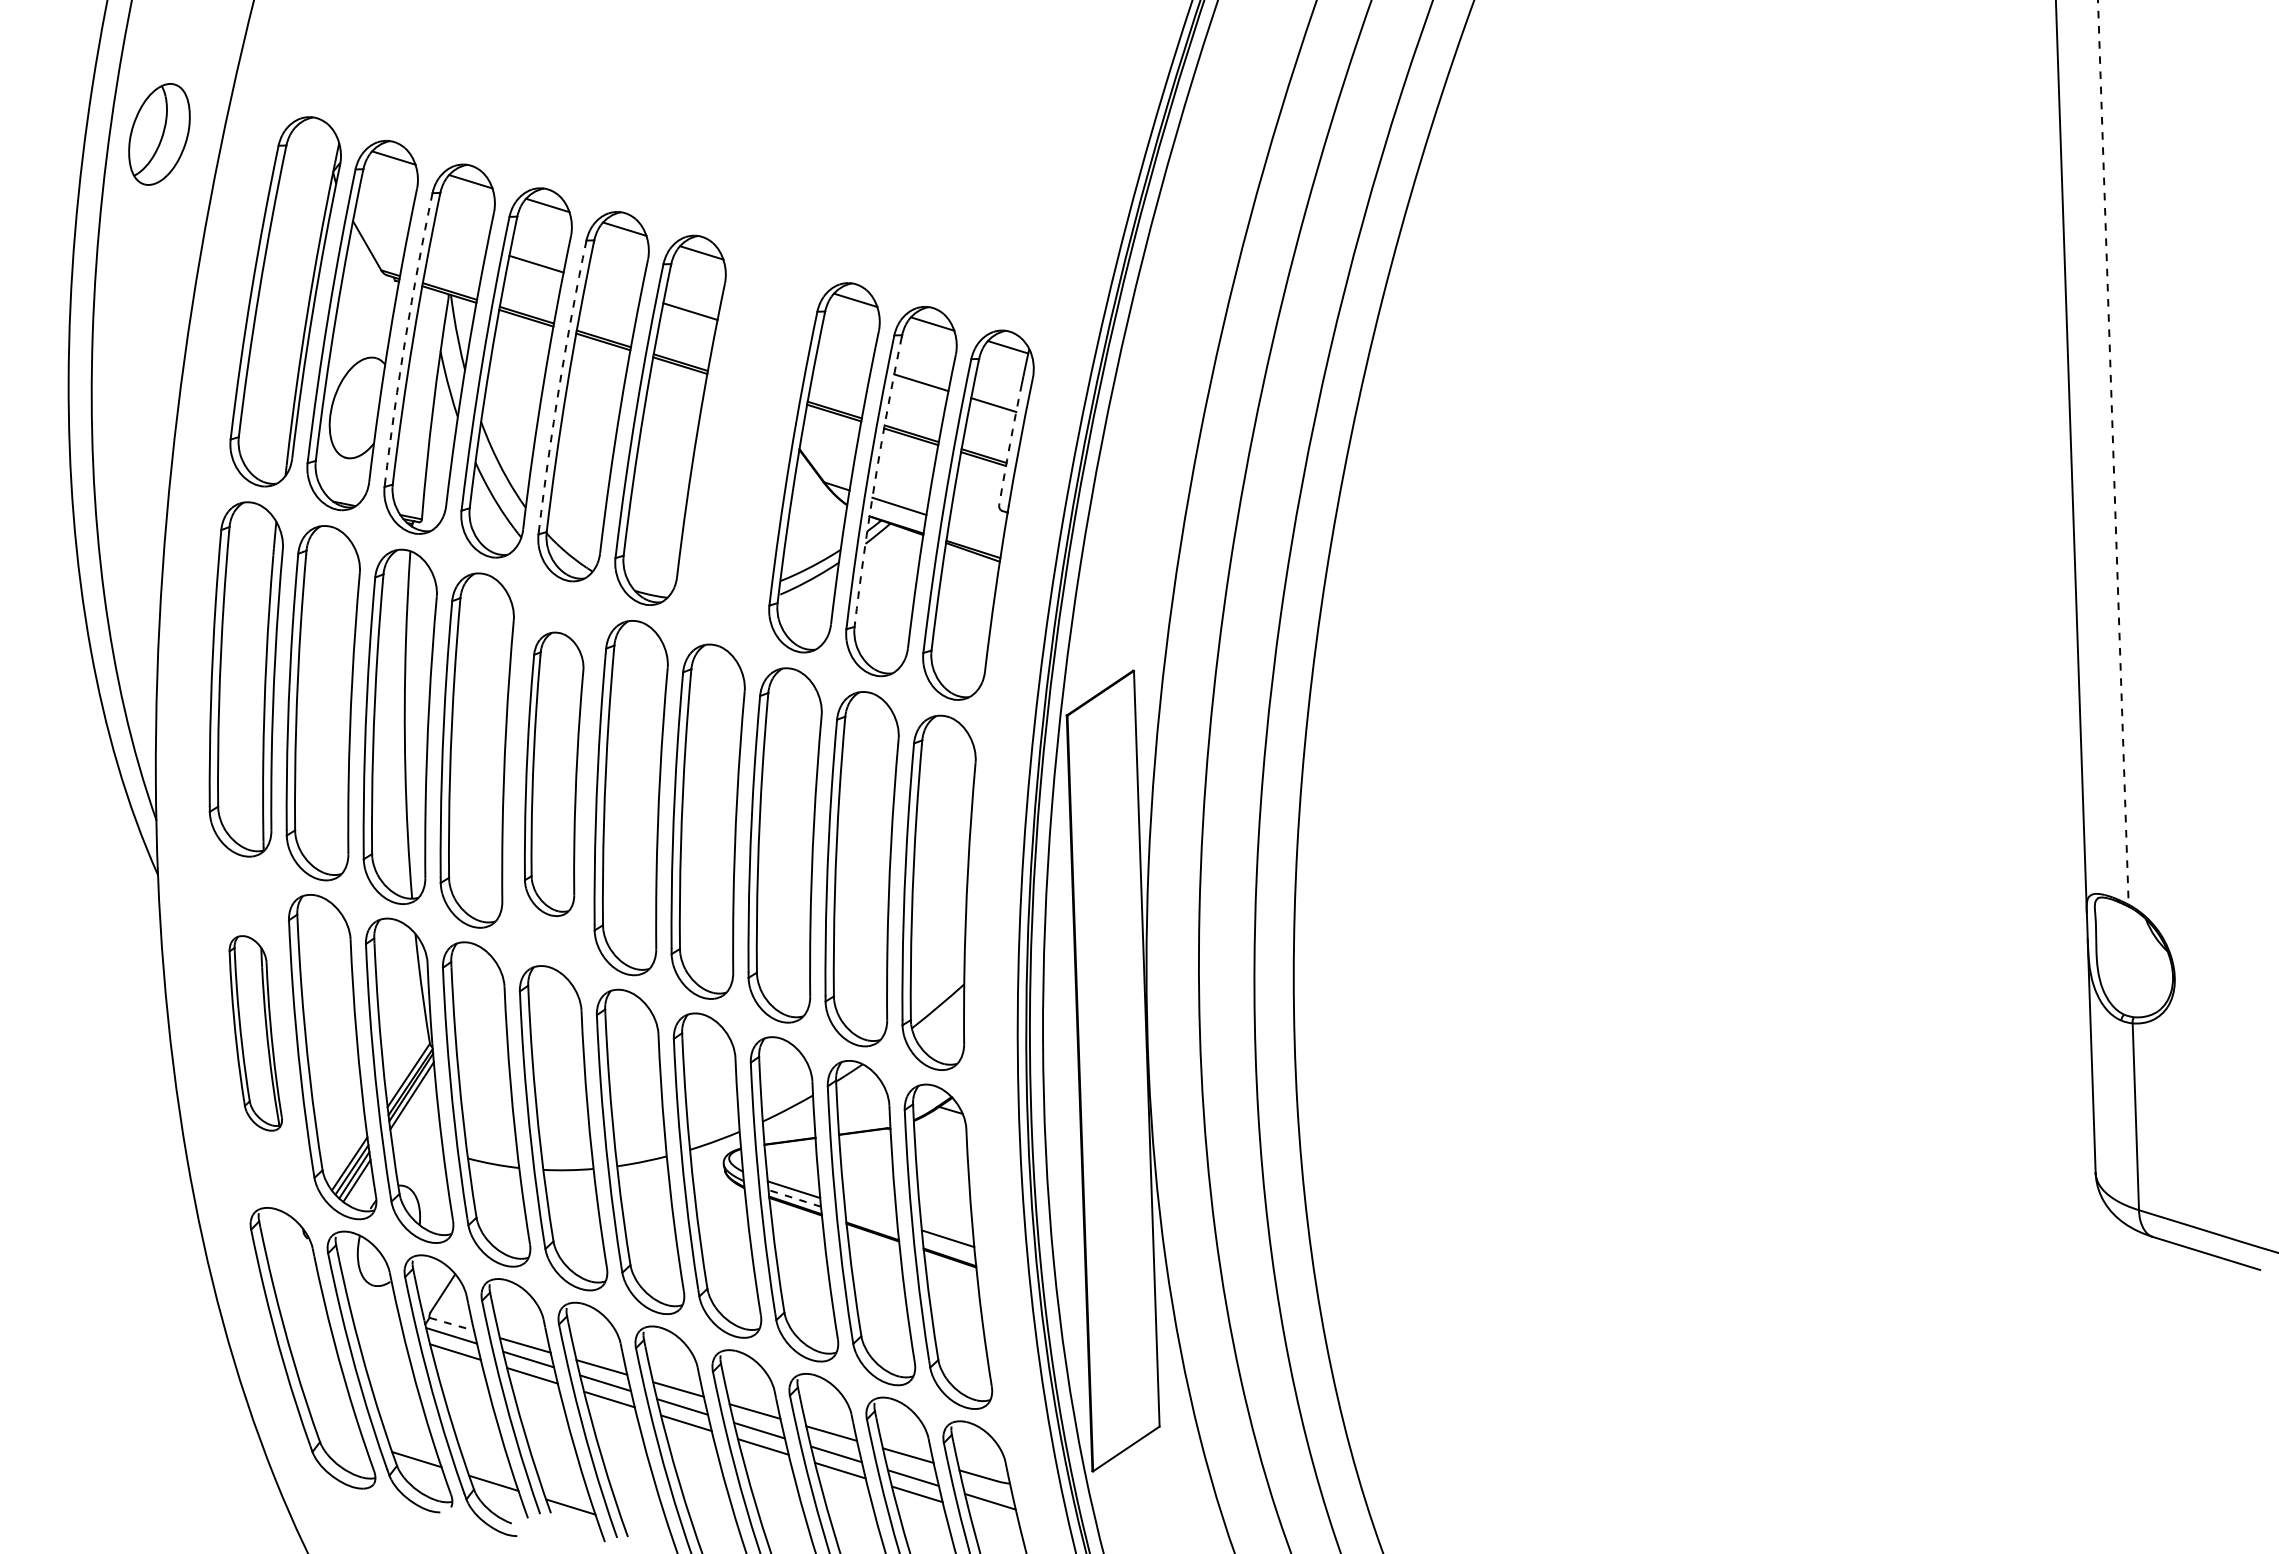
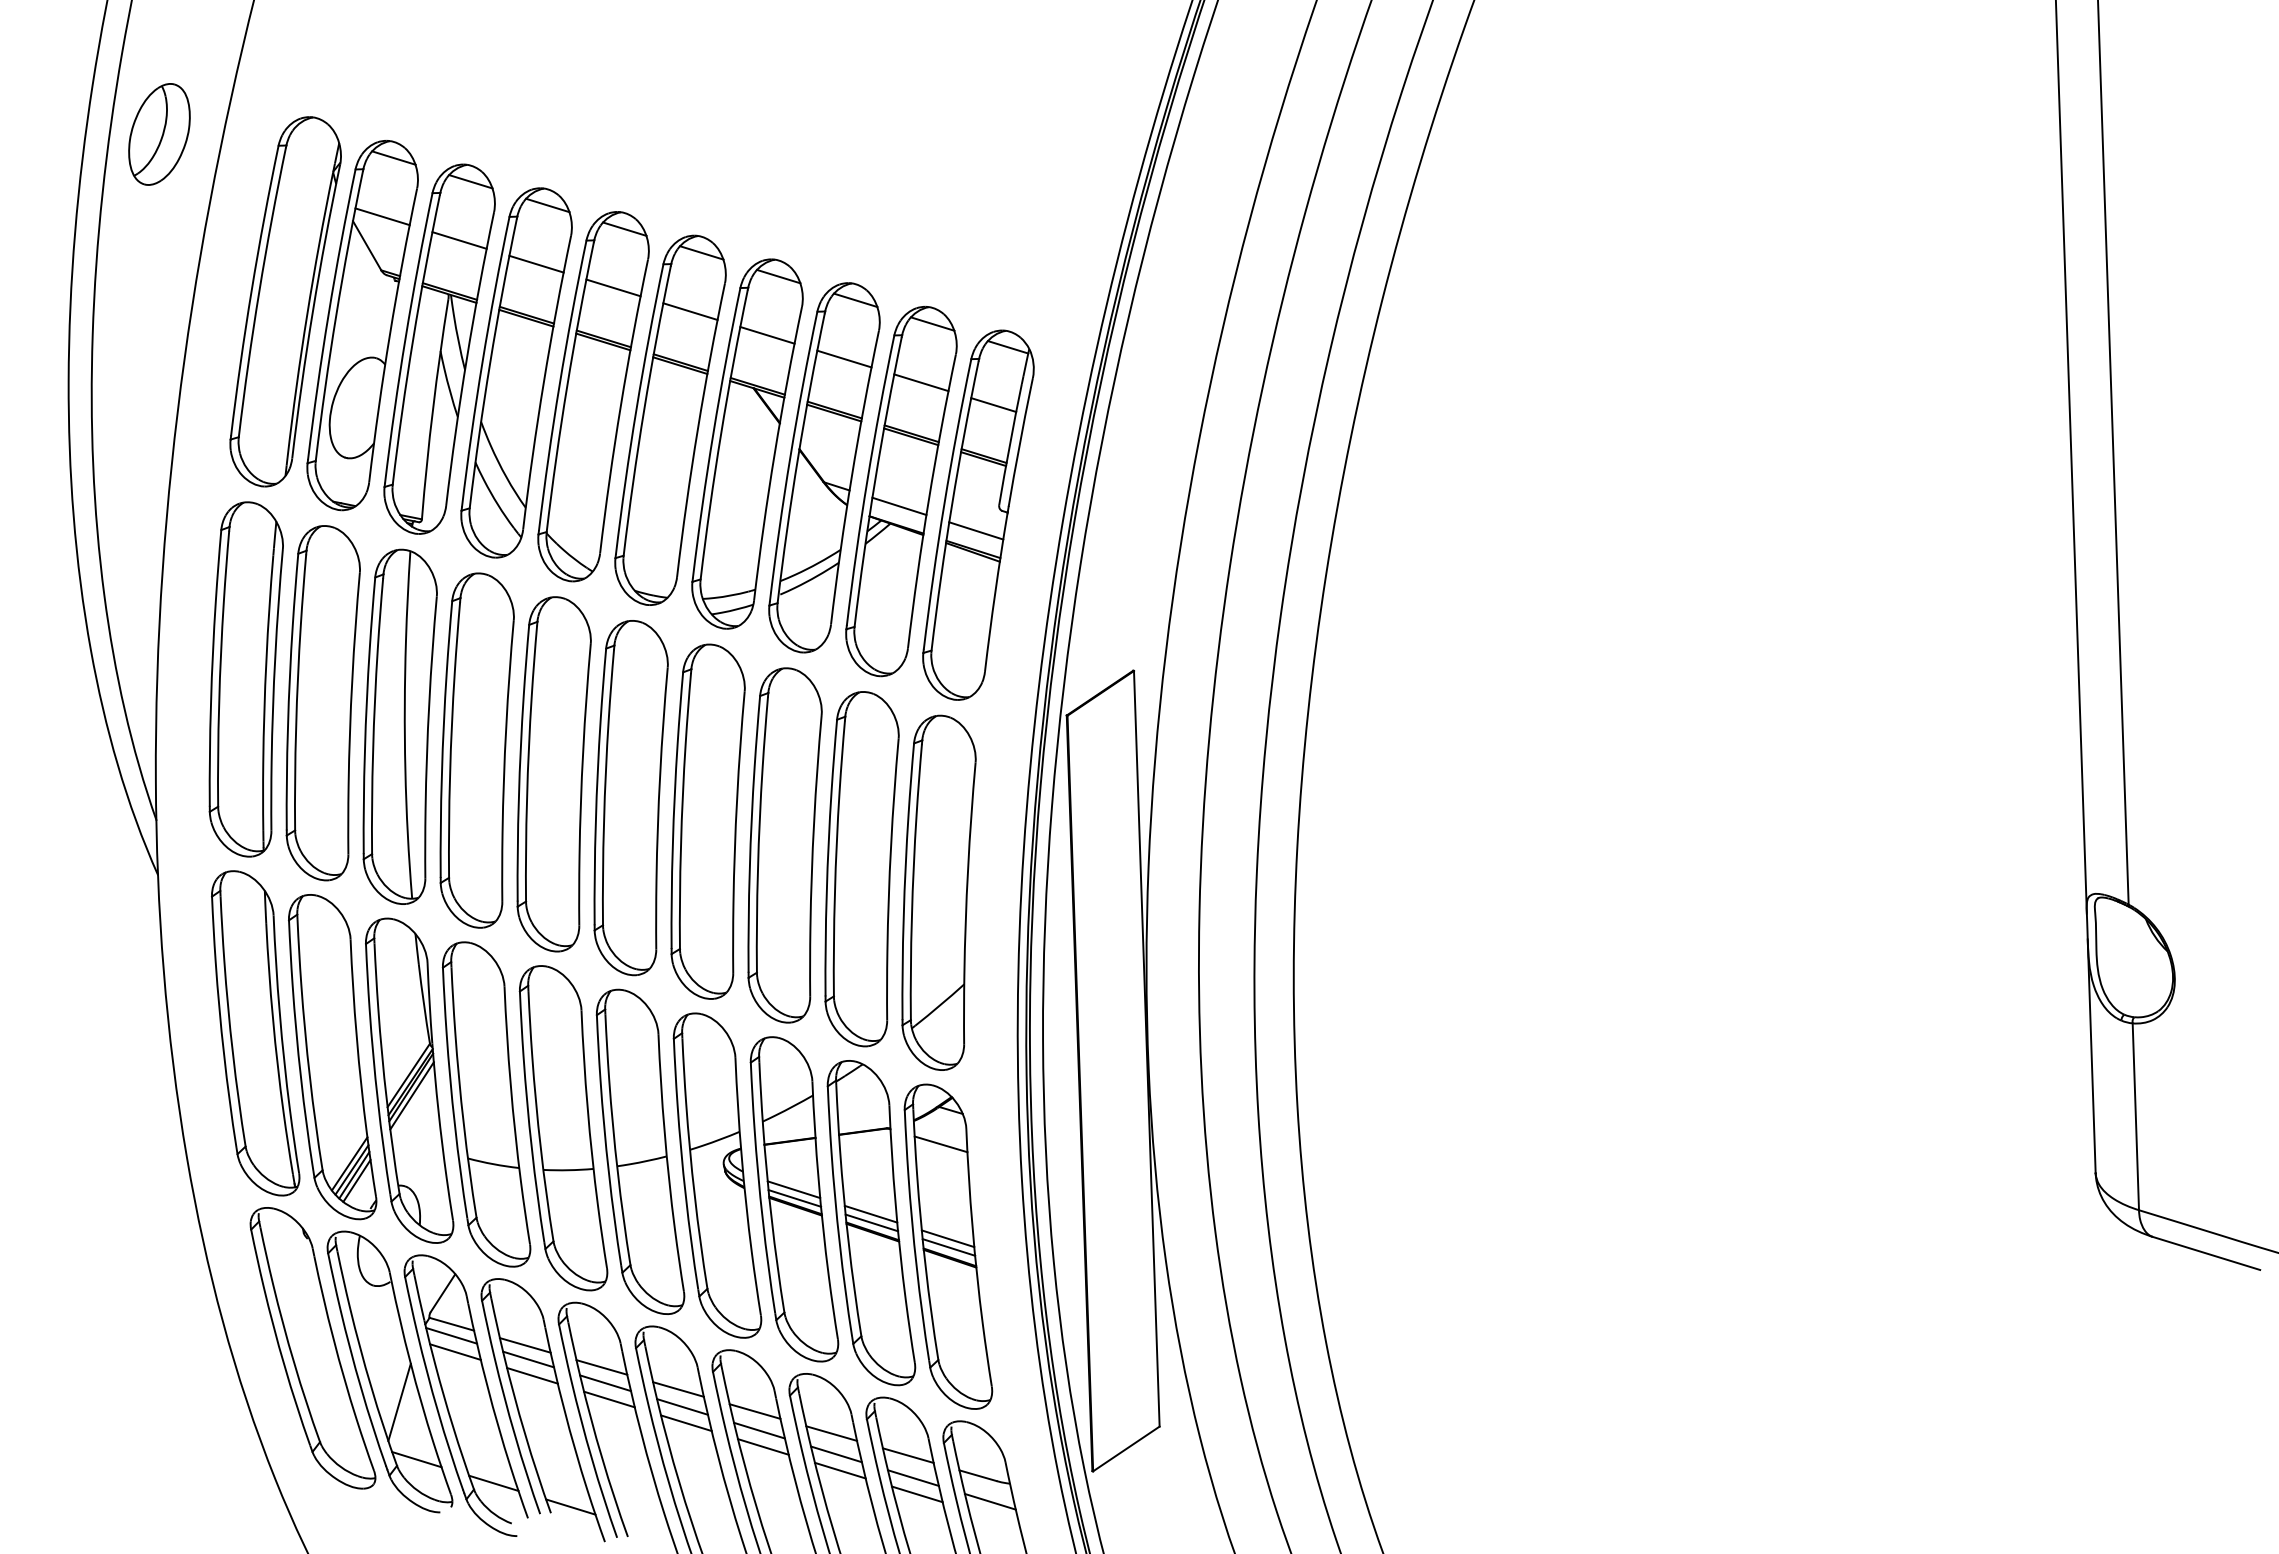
line at (382, 216): none -> present
line at (459, 240): none -> present
line at (613, 287): none -> present
arc at (405, 337): dashed -> solid
line at (844, 358): none -> present
arc at (559, 385): dashed -> solid
part at (747, 443): none -> present
arc at (1009, 444): dashed -> solid
line at (2113, 452): dashed -> solid
arc at (875, 481): dashed -> solid
line at (976, 530): none -> present
part at (554, 774) size: 61x287 px -> 76x357 px
part at (255, 1033) size: 55x197 px -> 90x327 px
line at (940, 1144): none -> present
line at (794, 1198): dashed -> solid
line at (870, 1213): none -> present
line at (871, 1222): none -> present
line at (948, 1247): none -> present
line at (452, 1324): dashed -> solid
line at (399, 1402): none -> present
